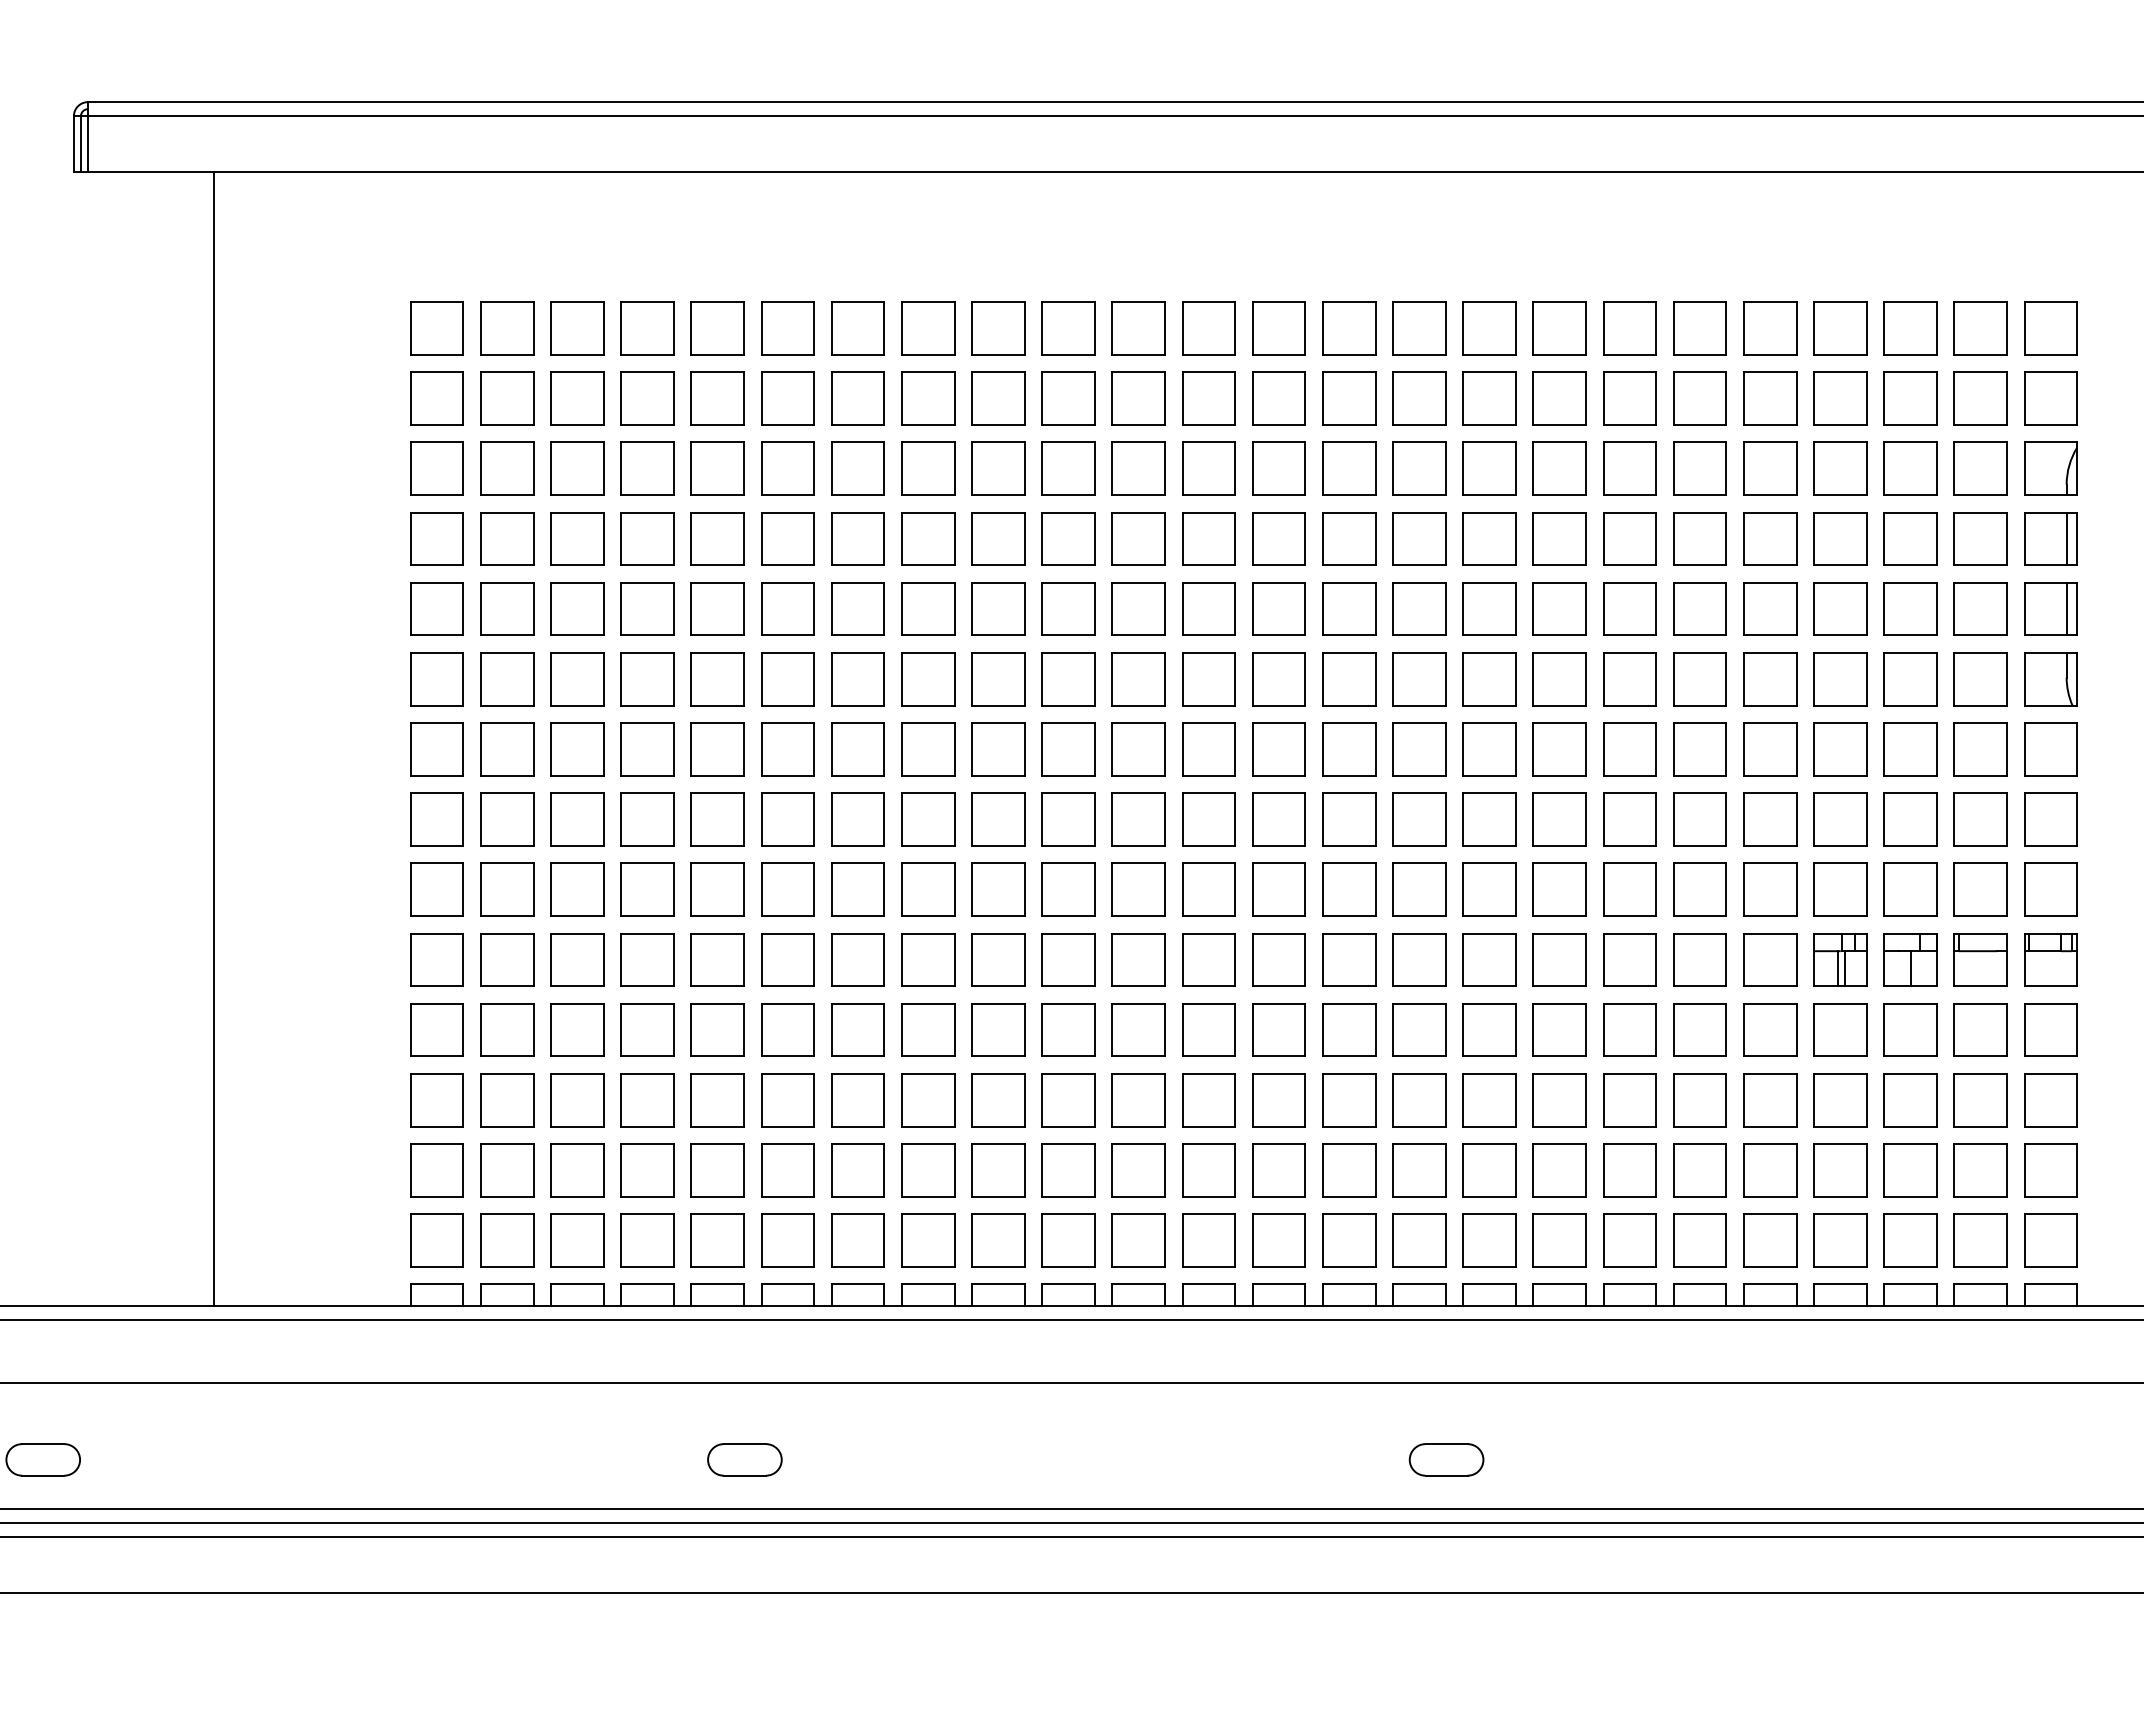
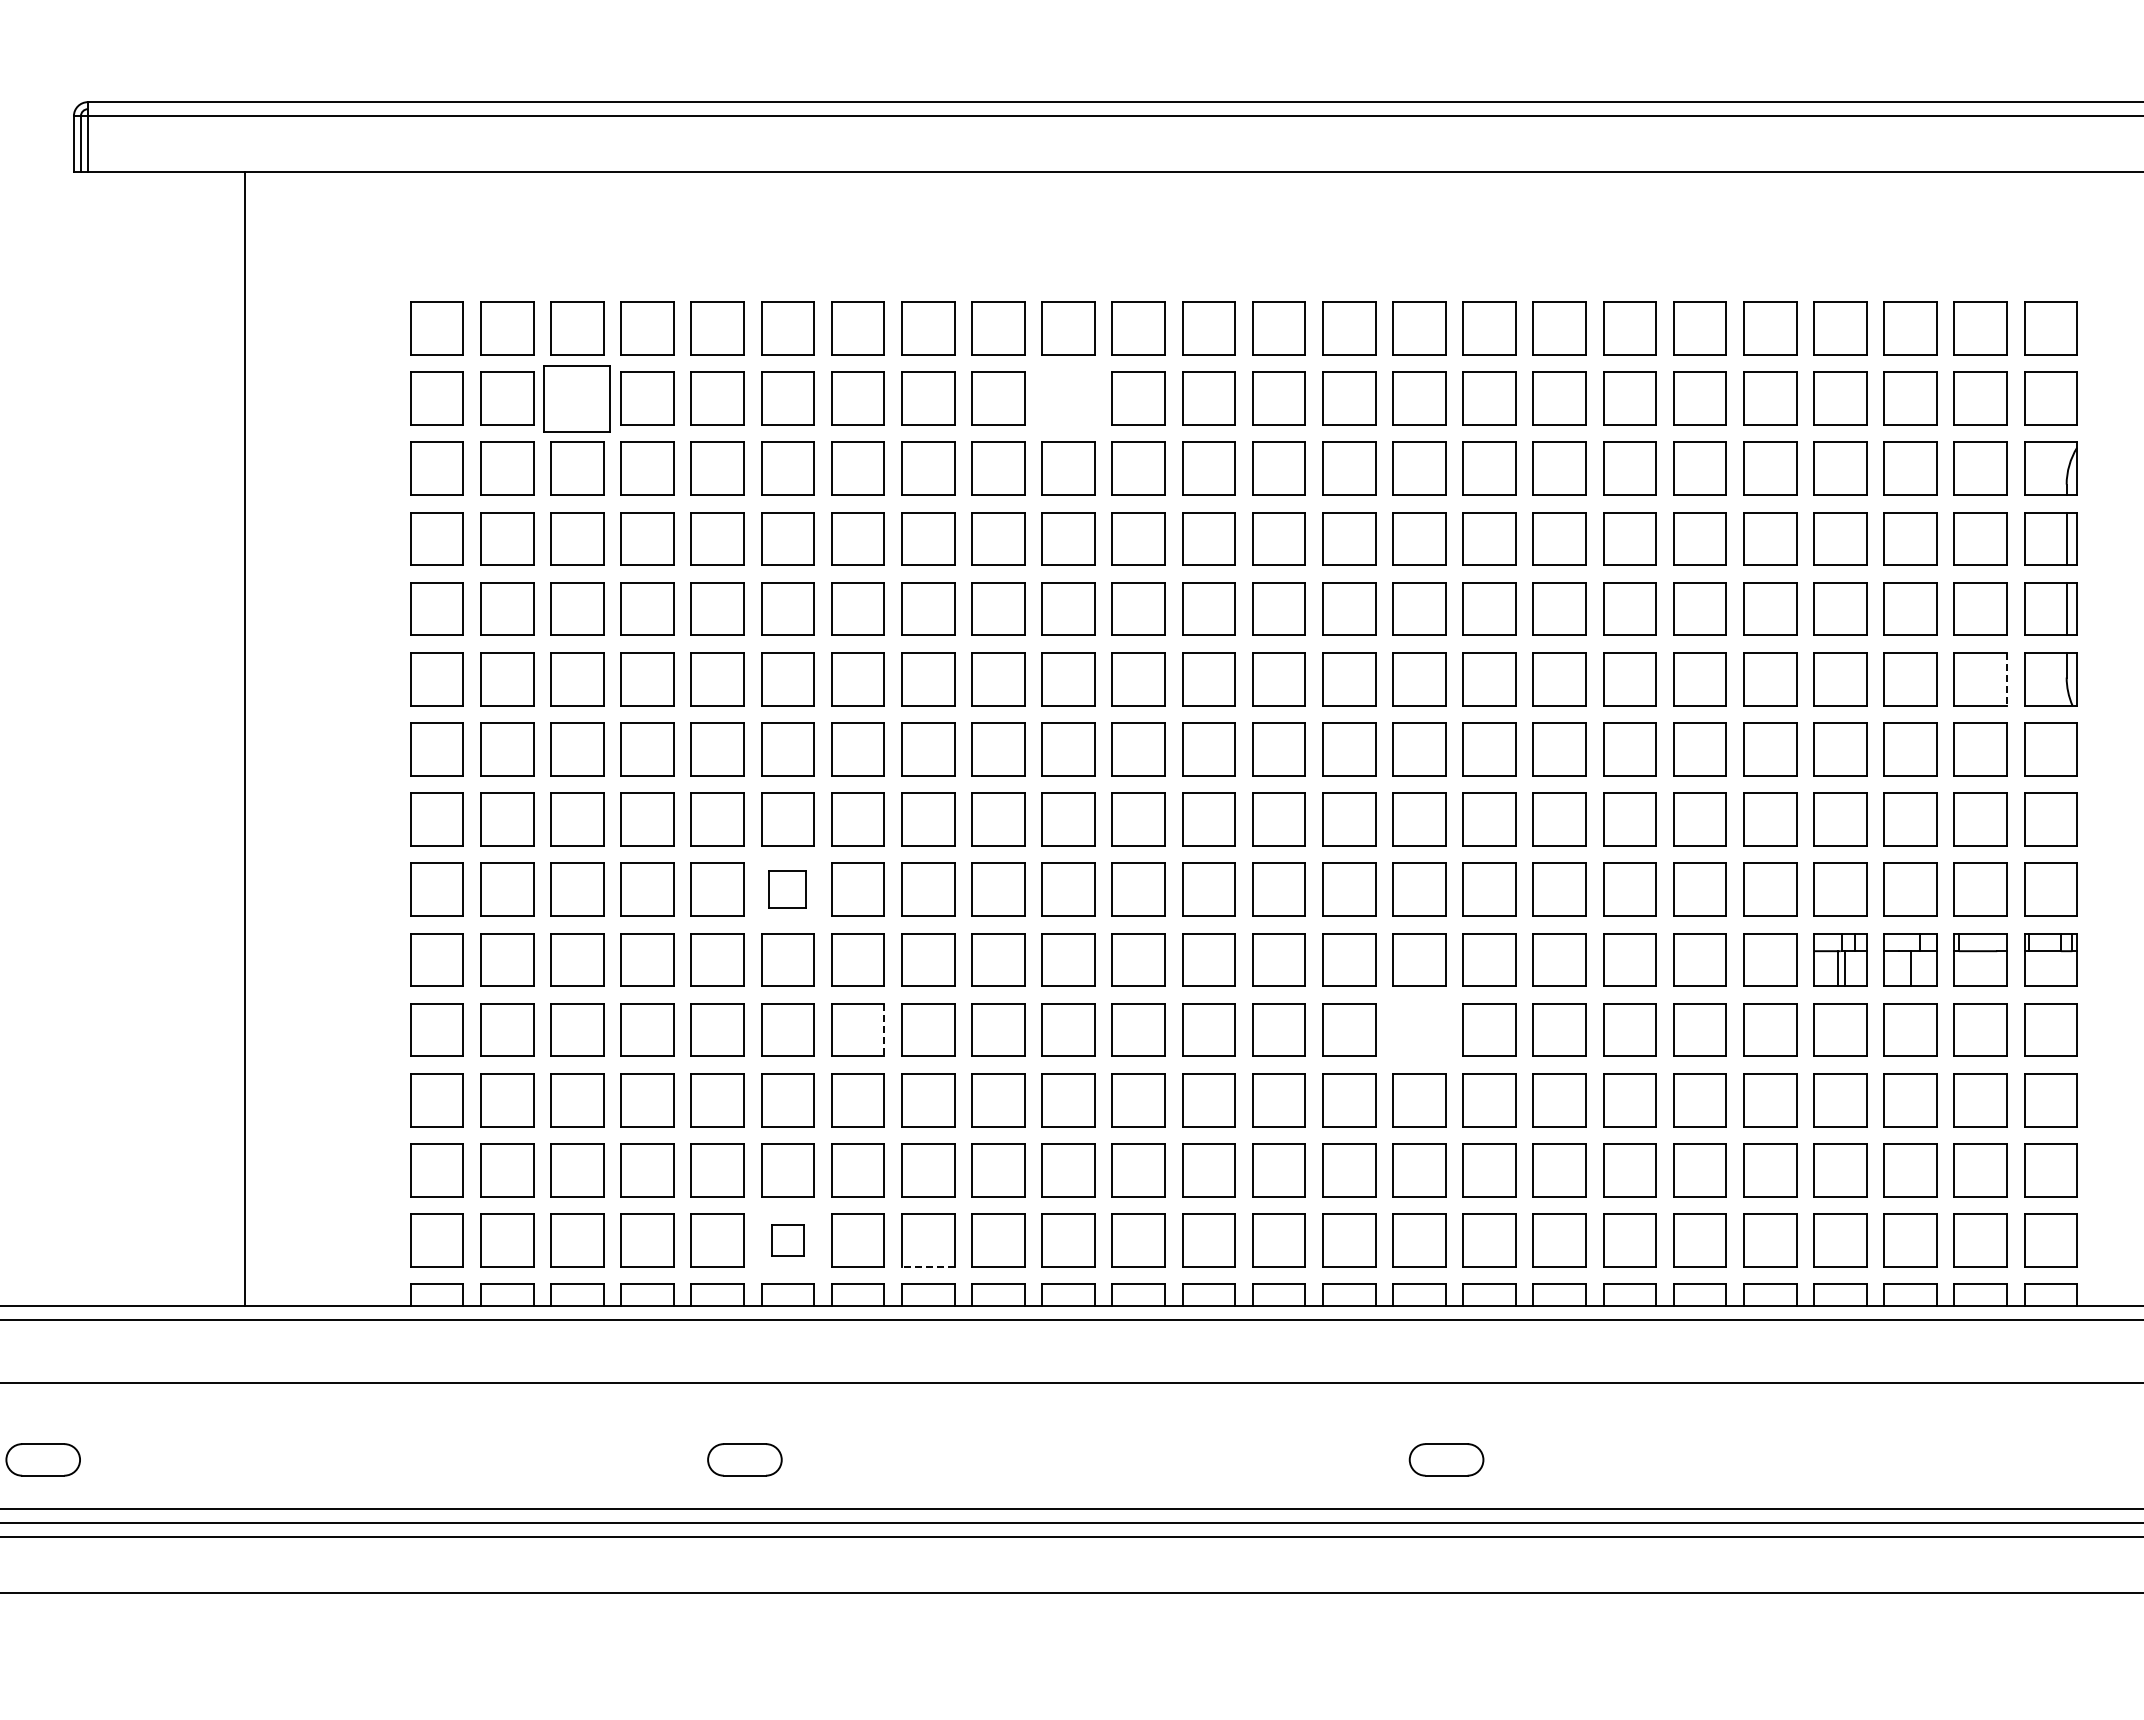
part at (577, 398) size: 55x55 px -> 68x68 px
part at (1068, 398): present -> none
line at (2007, 679): solid -> dashed
line at (214, 738) position: (214, 738) -> (245, 738)
part at (787, 889) size: 54x55 px -> 39x39 px
part at (1419, 1029): present -> none
line at (884, 1030): solid -> dashed
part at (787, 1240) size: 54x55 px -> 34x33 px
line at (927, 1266): solid -> dashed
